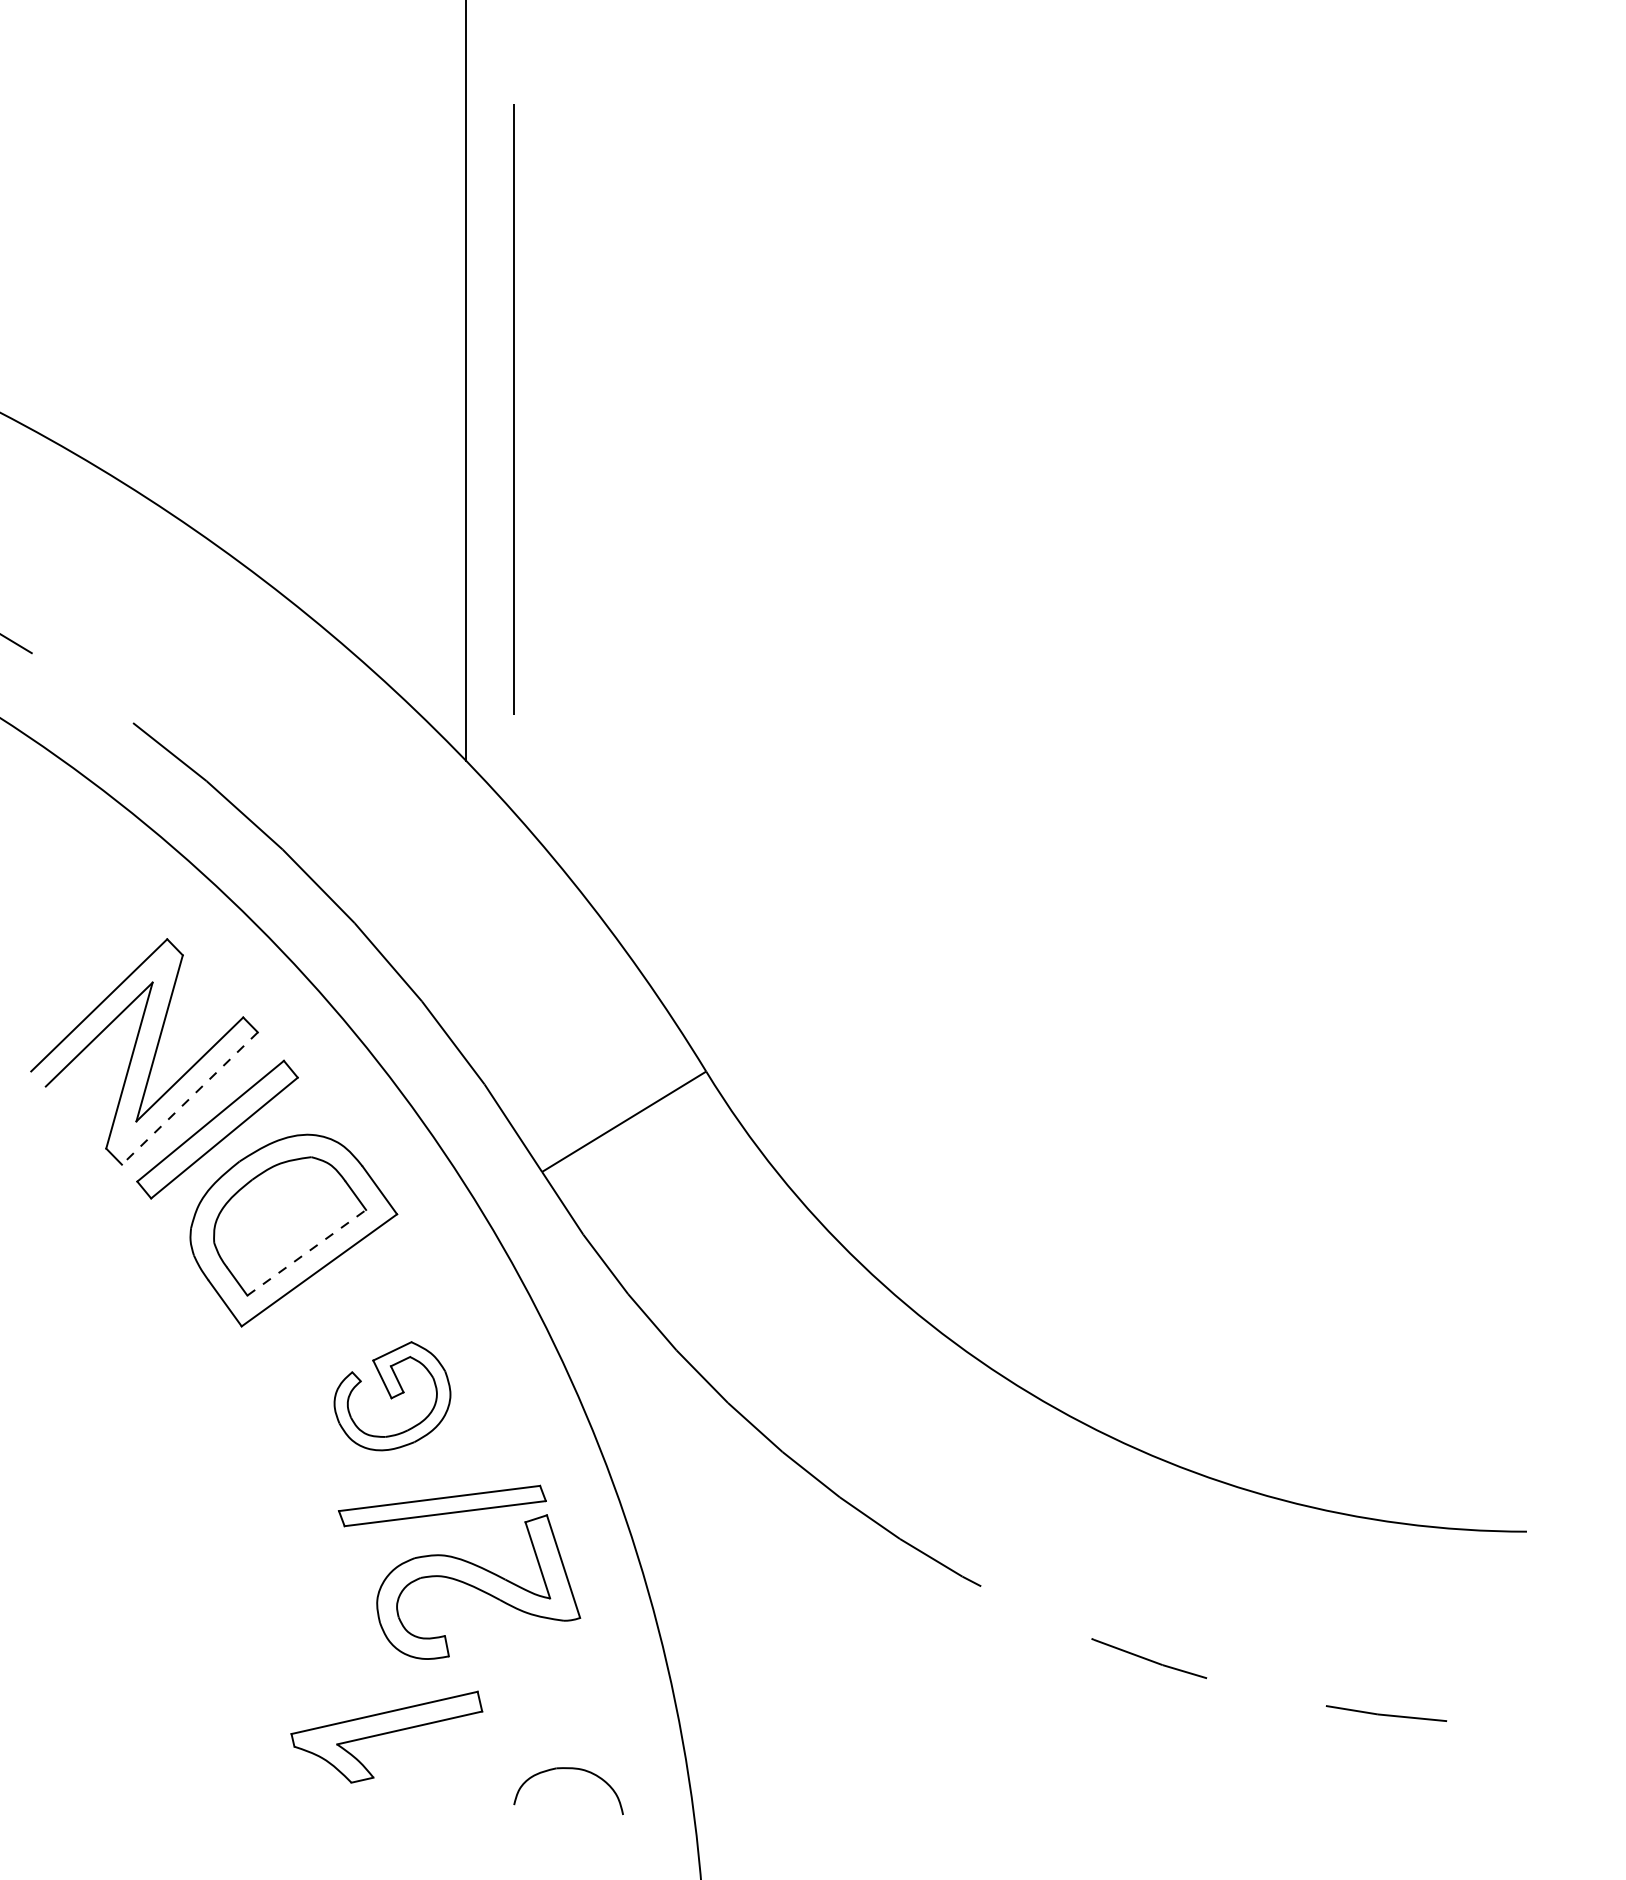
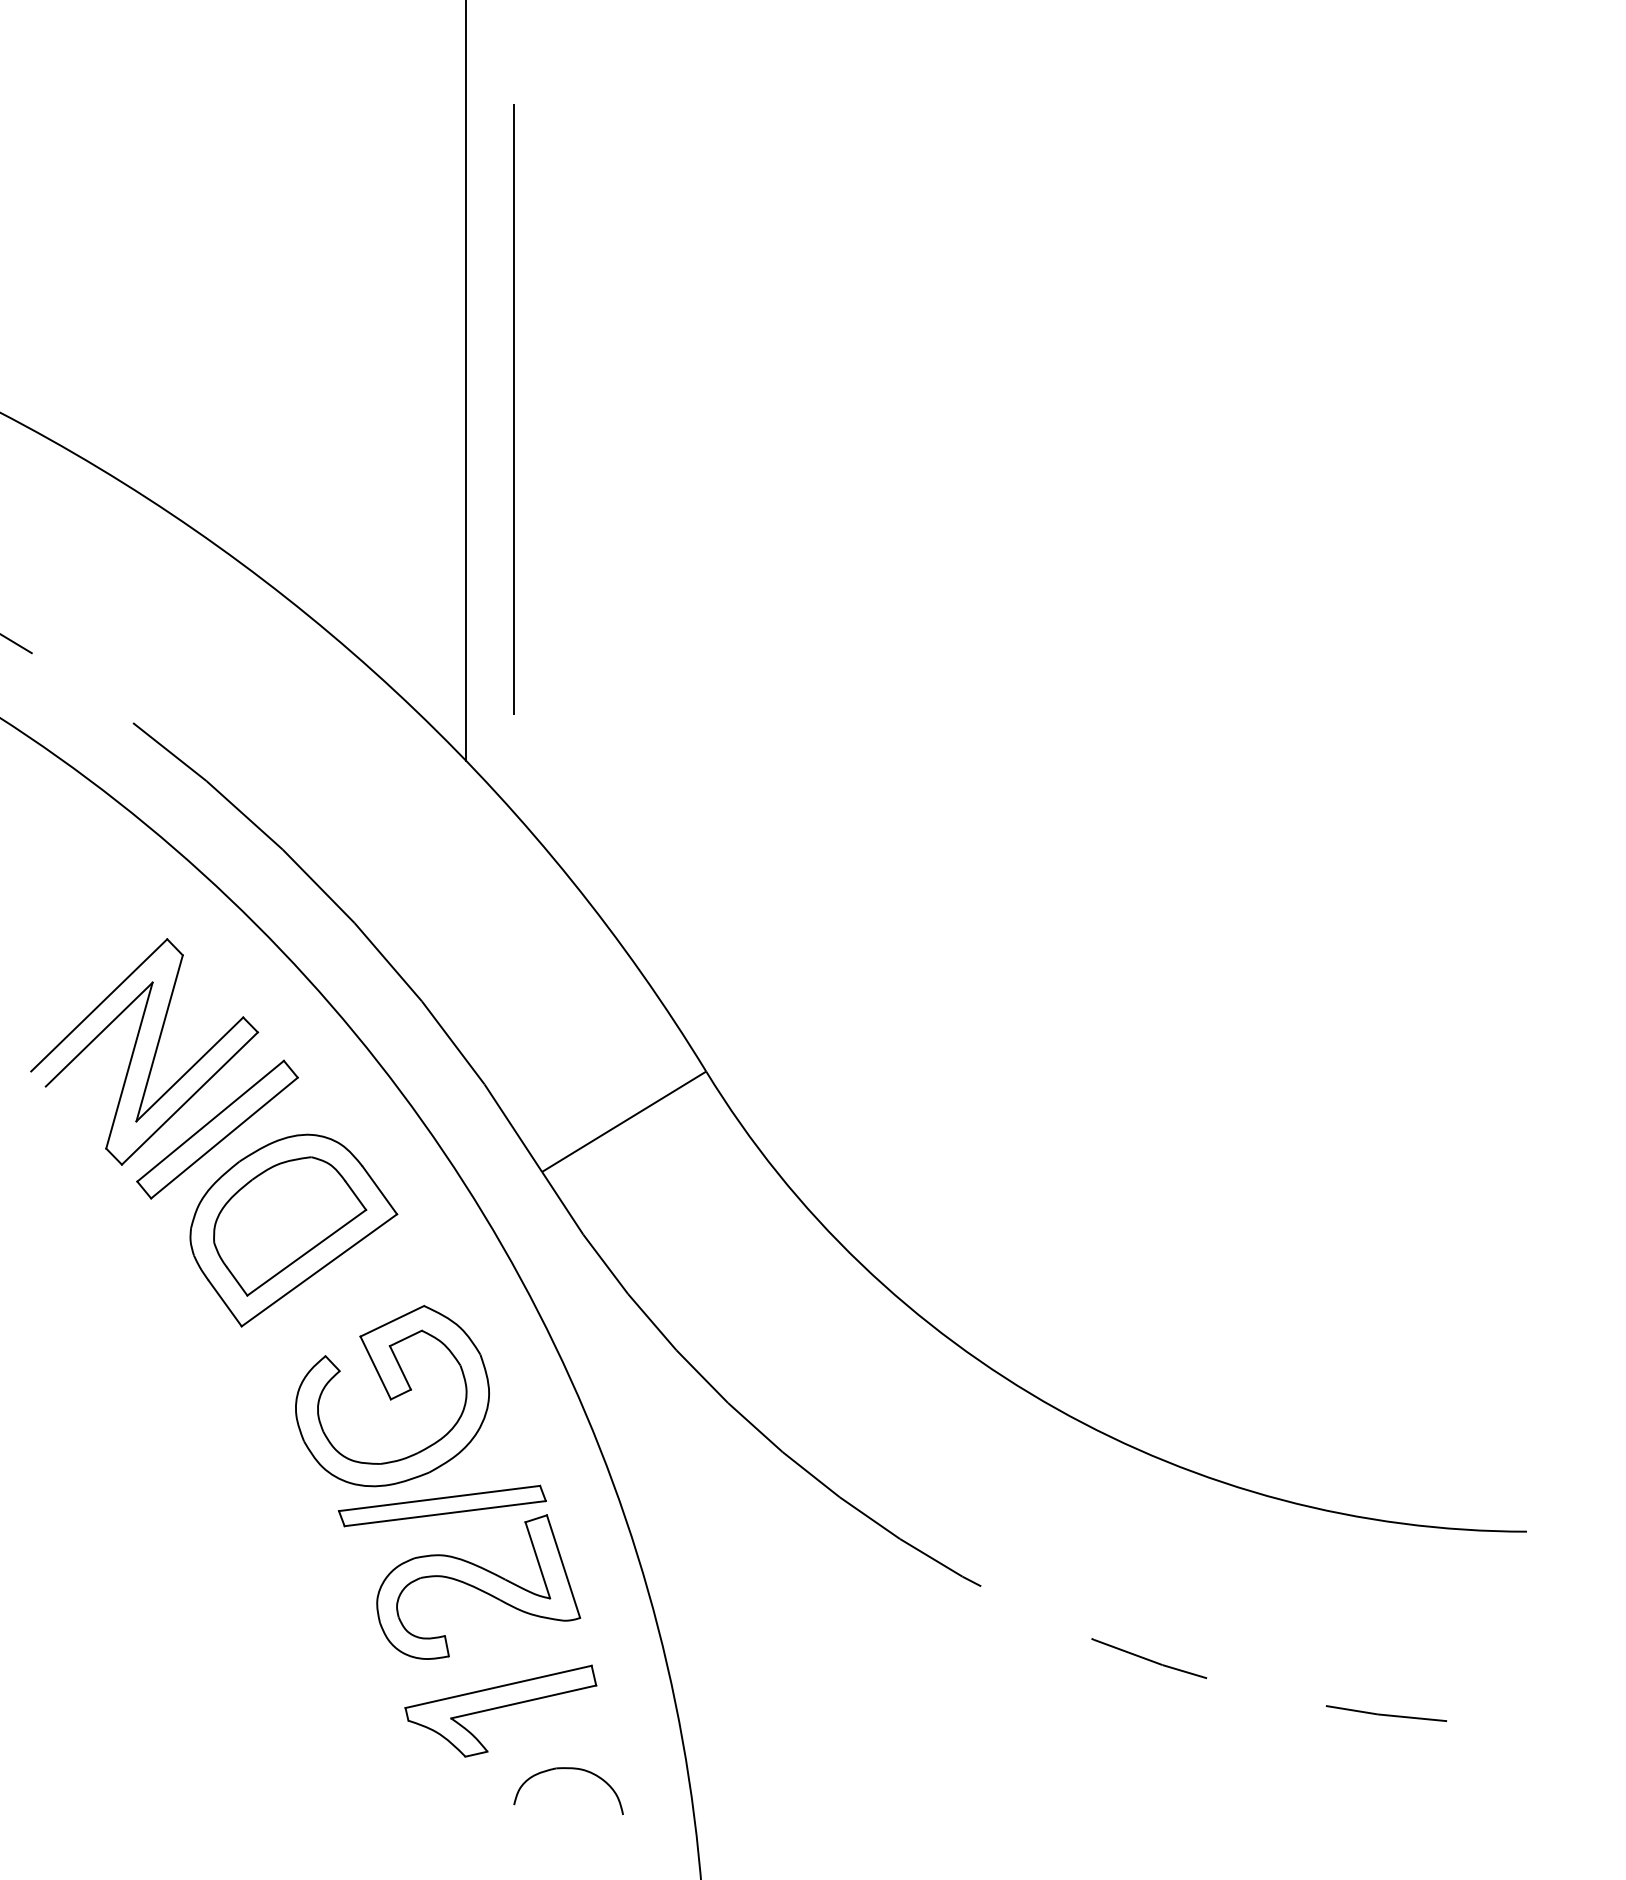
line at (189, 1098): dashed -> solid
line at (307, 1252): dashed -> solid
part at (392, 1396) size: 119x111 px -> 195x183 px
part at (386, 1736) position: (386, 1736) -> (500, 1710)
